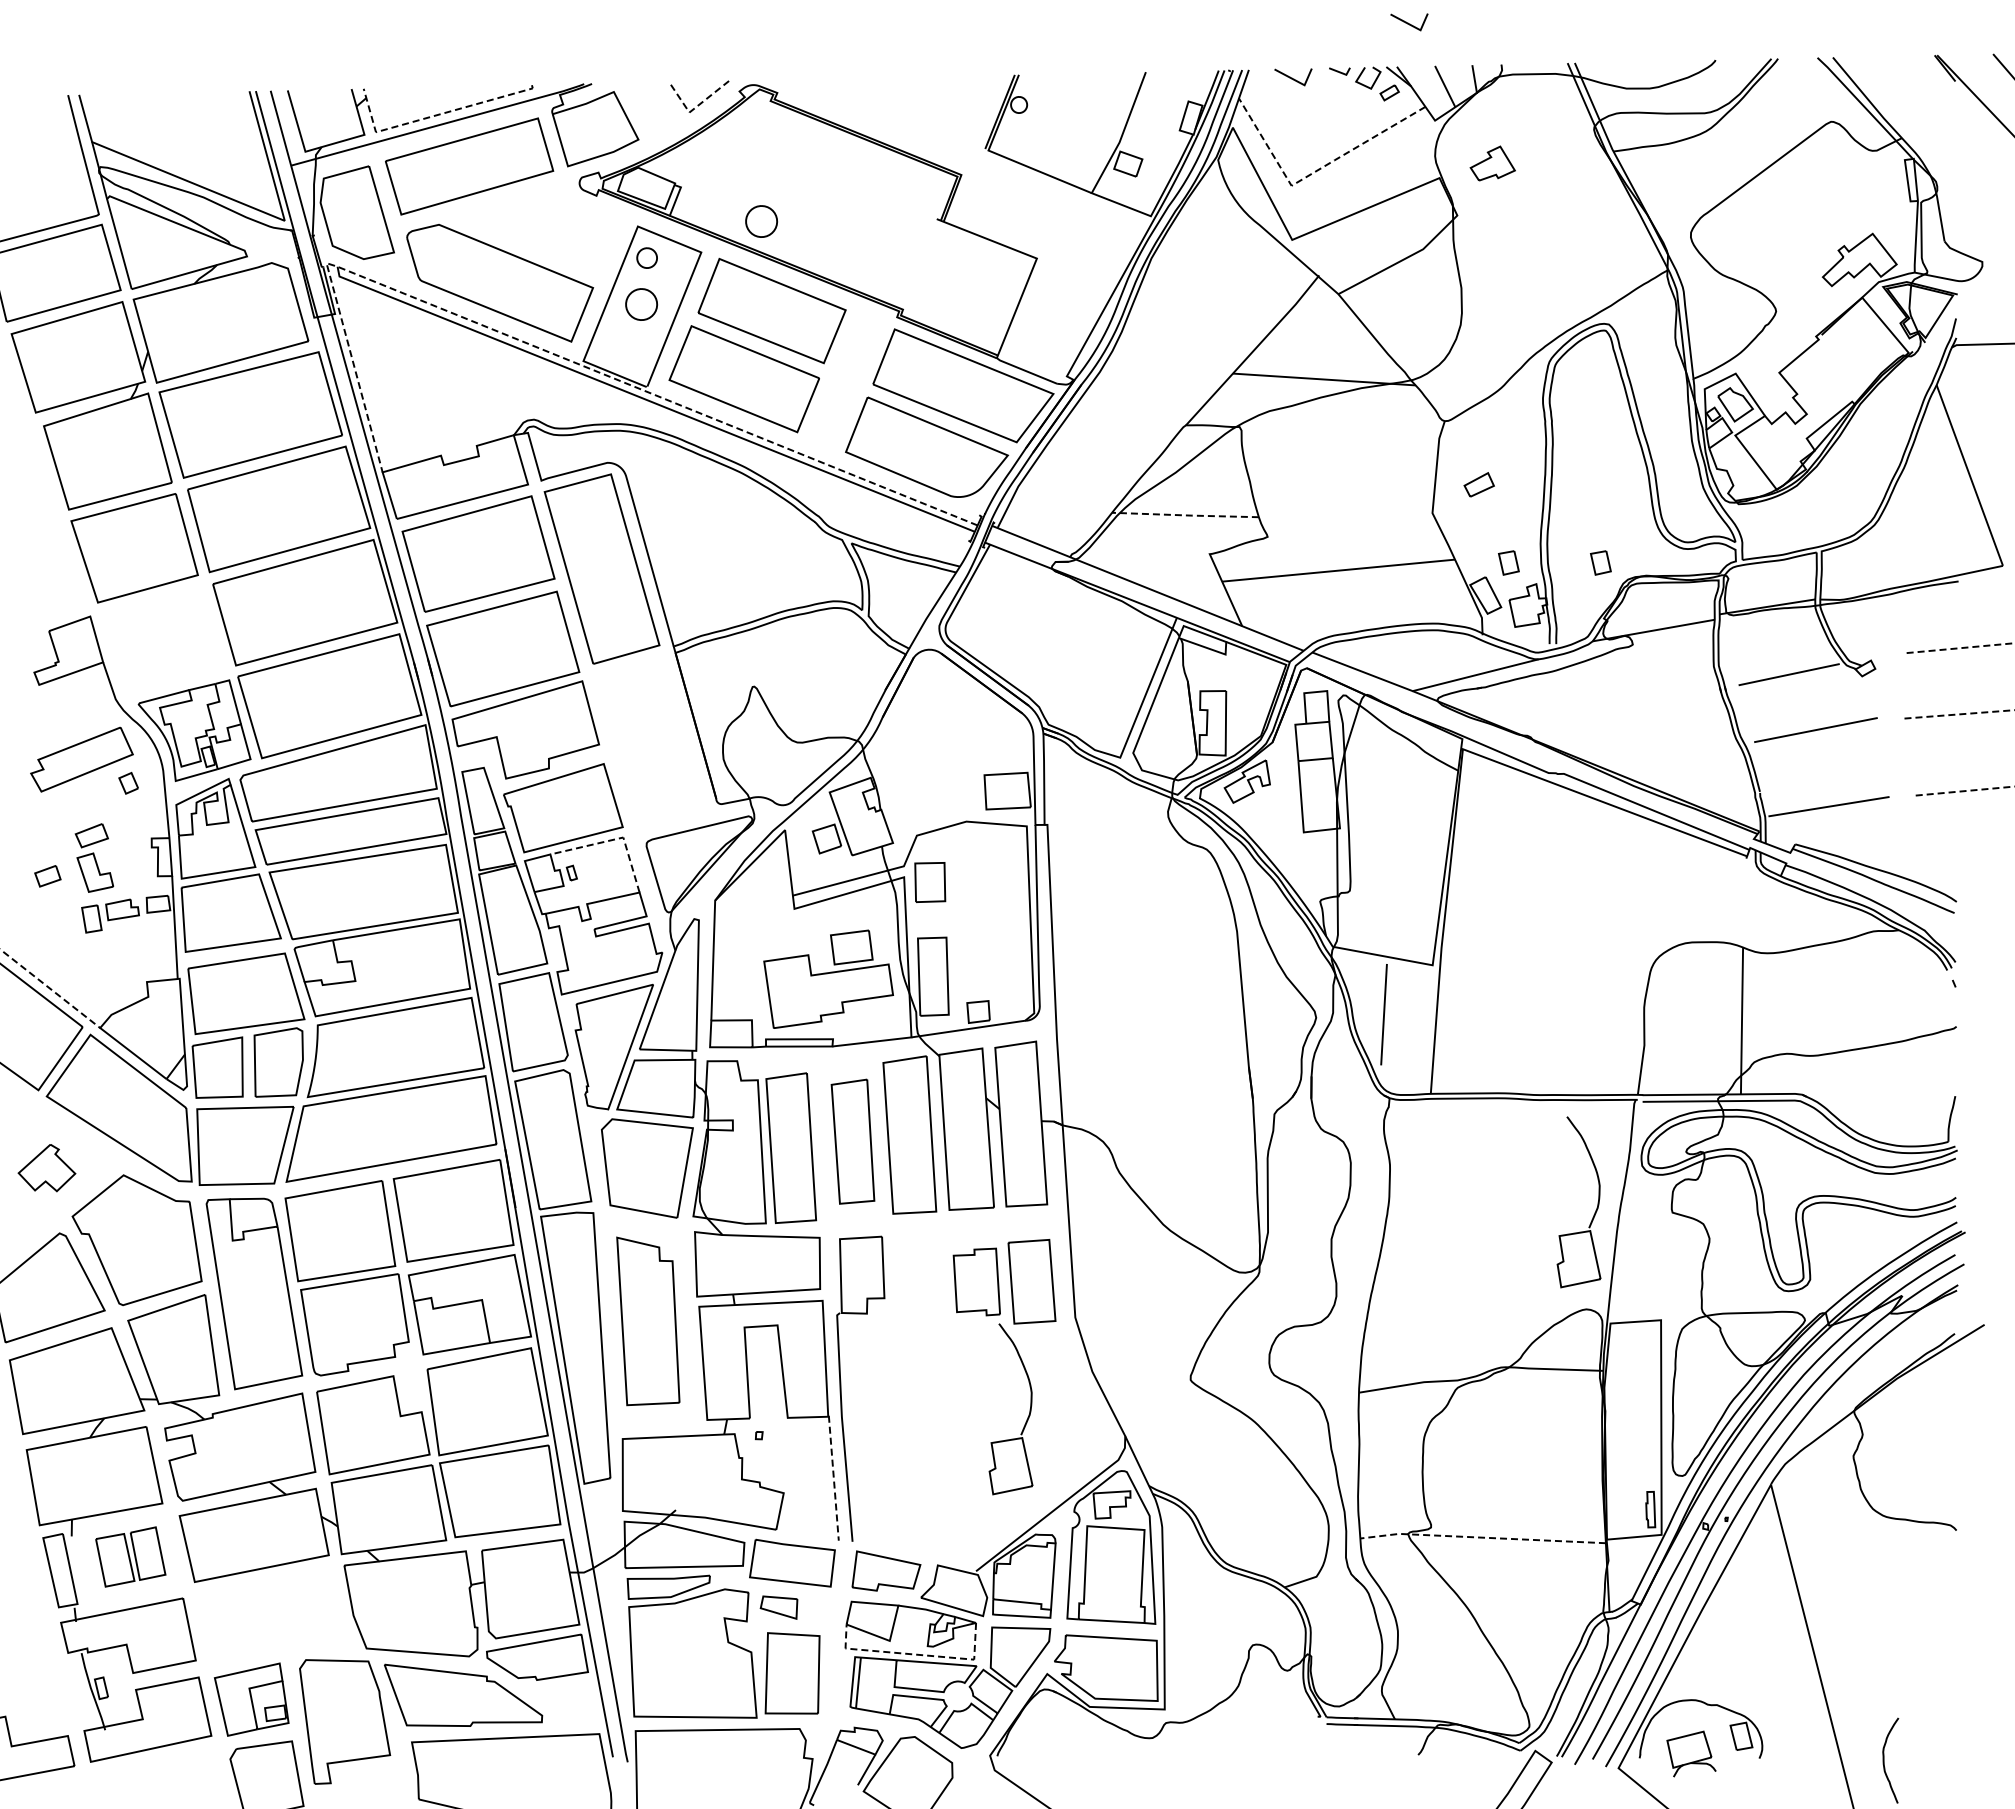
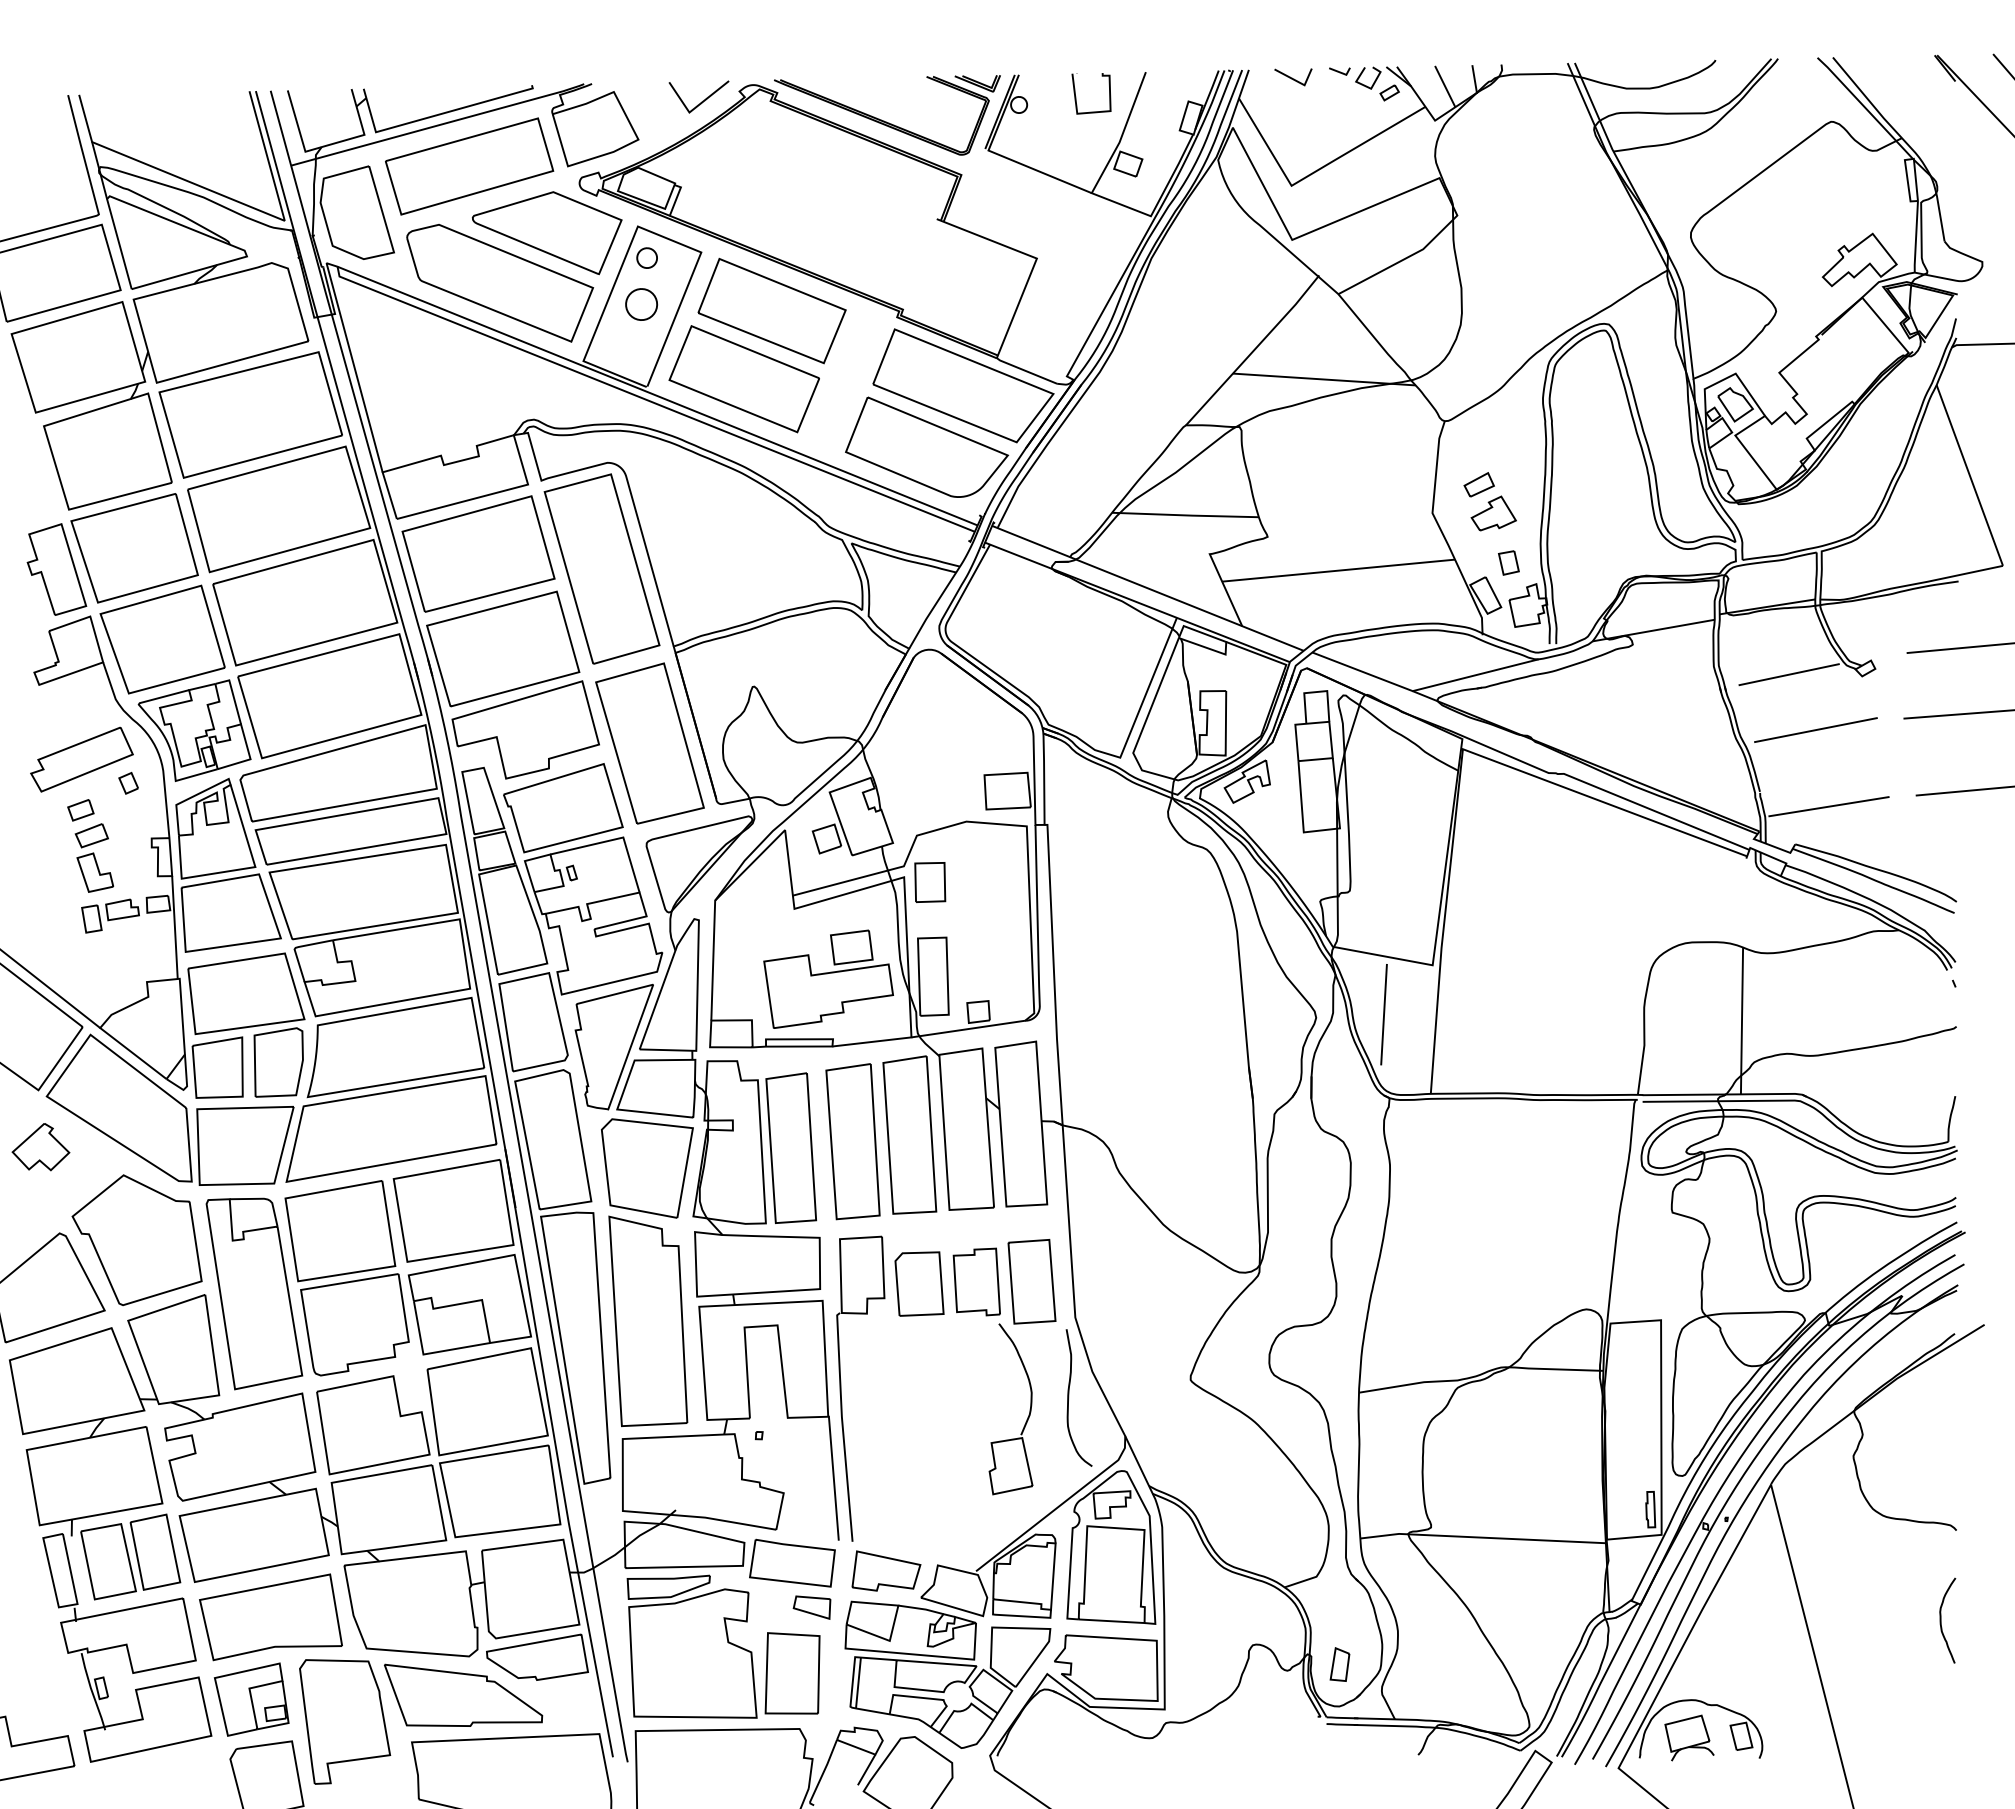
line at (1408, 22): present -> none
part at (1076, 96): none -> present
line at (694, 108): dashed -> solid
part at (887, 115): none -> present
line at (433, 116): dashed -> solid
part at (1492, 163) position: (1492, 163) -> (1493, 513)
line at (1314, 172): dashed -> solid
part at (761, 221): present -> none
part at (547, 233): none -> present
line at (550, 352): dashed -> solid
line at (1185, 515): dashed -> solid
part at (1600, 562): present -> none
part at (56, 569): none -> present
part at (162, 639): none -> present
line at (1961, 648): dashed -> solid
line at (1958, 714): dashed -> solid
part at (649, 743): none -> present
line at (1965, 791): dashed -> solid
line at (615, 839): dashed -> solid
part at (47, 876) position: (47, 876) -> (80, 810)
line at (50, 989): dashed -> solid
part at (852, 1141) size: 46x127 px -> 56x158 px
part at (46, 1168) position: (46, 1168) -> (40, 1147)
part at (1596, 1207): present -> none
part at (919, 1283): none -> present
part at (648, 1321) size: 65x171 px -> 81x213 px
curve at (1069, 1397): none -> present
line at (833, 1478): dashed -> solid
line at (1481, 1537): dashed -> solid
part at (130, 1556) size: 72x62 px -> 102x88 px
part at (778, 1607) position: (778, 1607) -> (811, 1607)
part at (270, 1617): none -> present
line at (915, 1654): dashed -> solid
part at (1339, 1664): none -> present
part at (1691, 1753) position: (1691, 1753) -> (1689, 1737)
curve at (1884, 1760) position: (1884, 1760) -> (1941, 1620)
